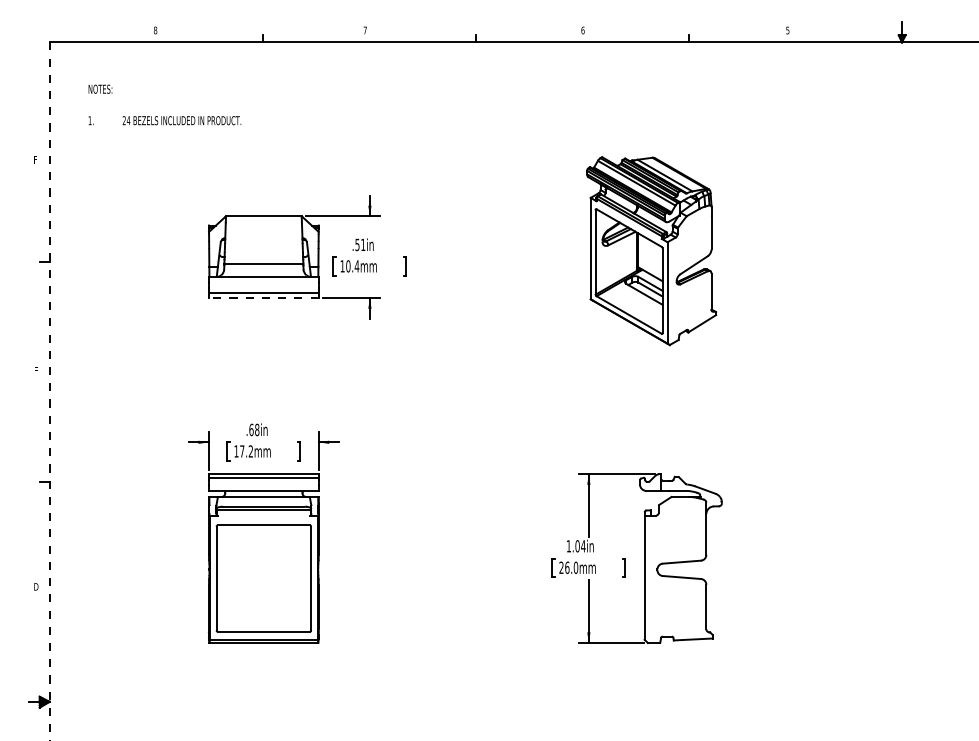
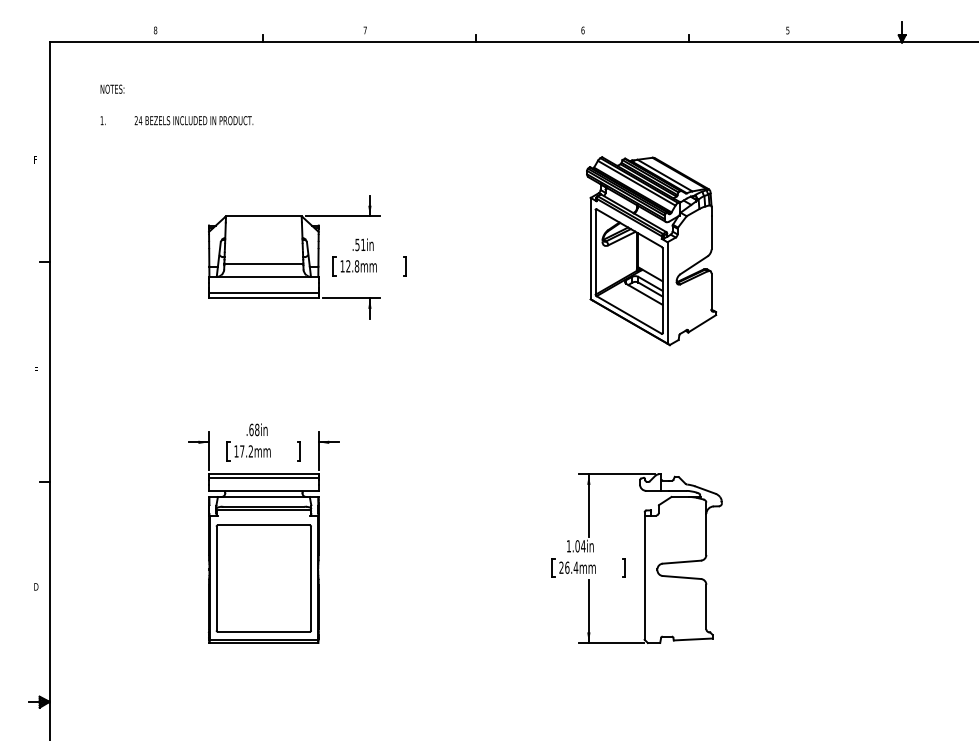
text at (164, 104) position: (164, 104) -> (176, 104)
text at (352, 266): 10.4mm -> 12.8mm
line at (263, 298): dashed -> solid
line at (49, 392): dashed -> solid
text at (575, 567): 26.0mm -> 26.4mm
